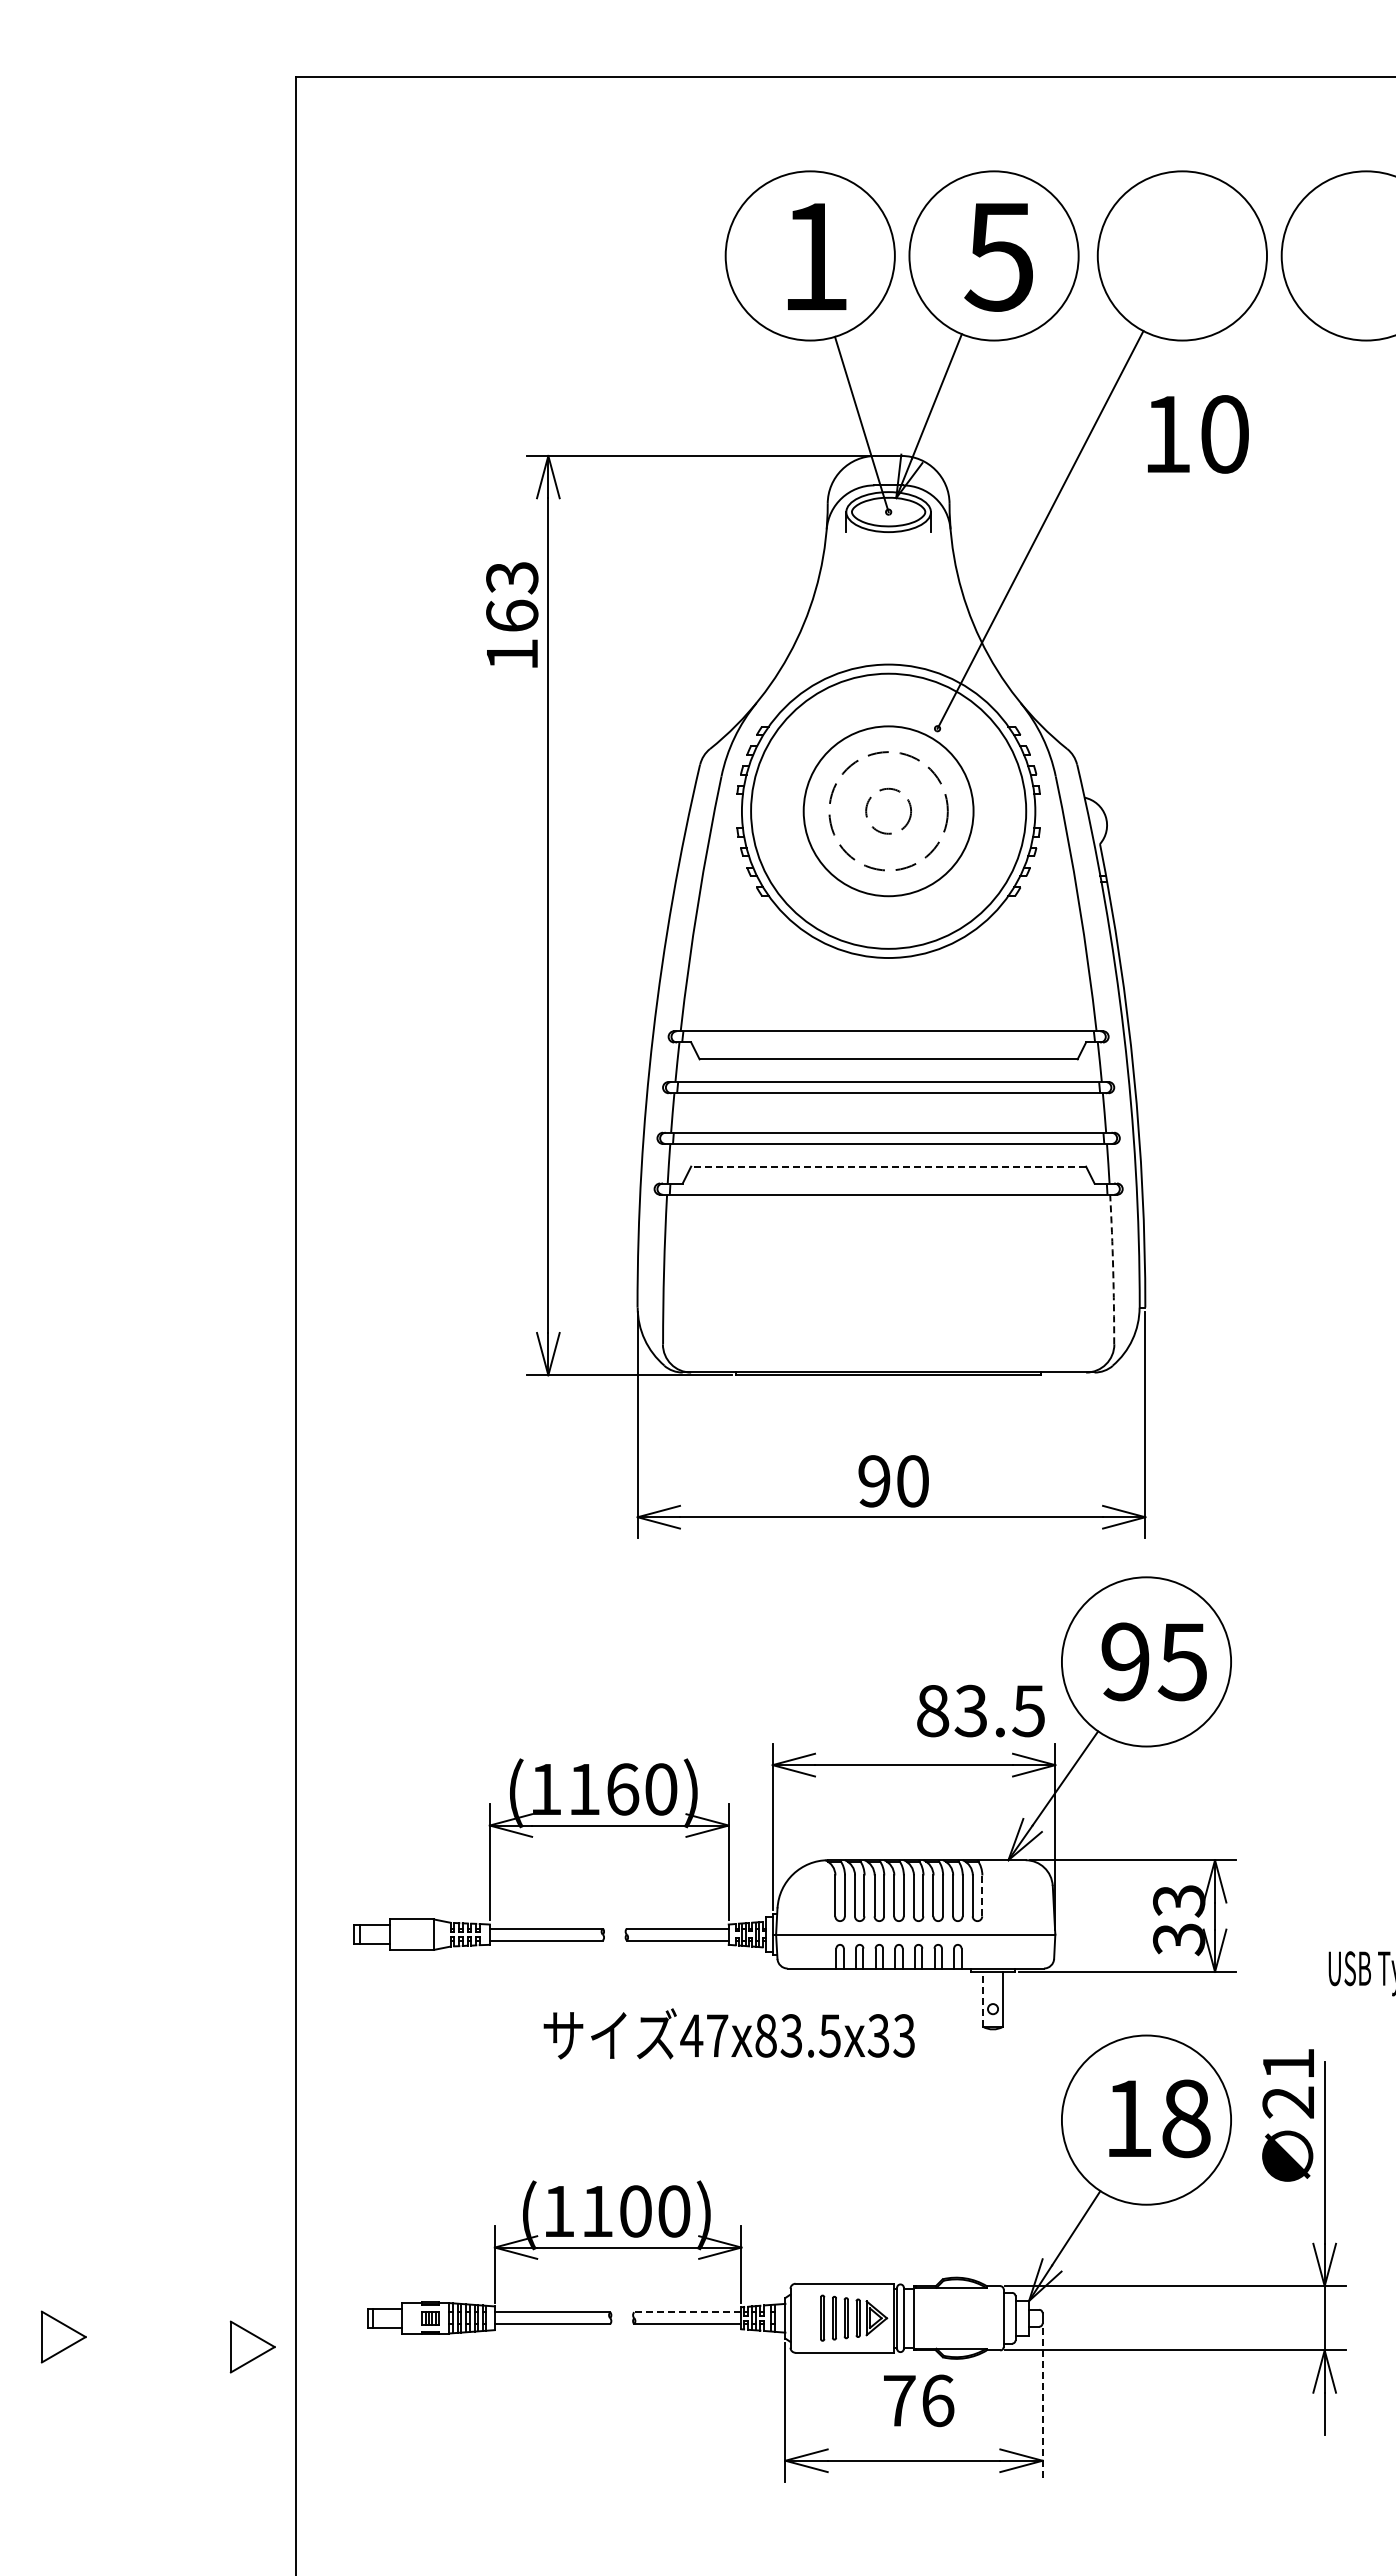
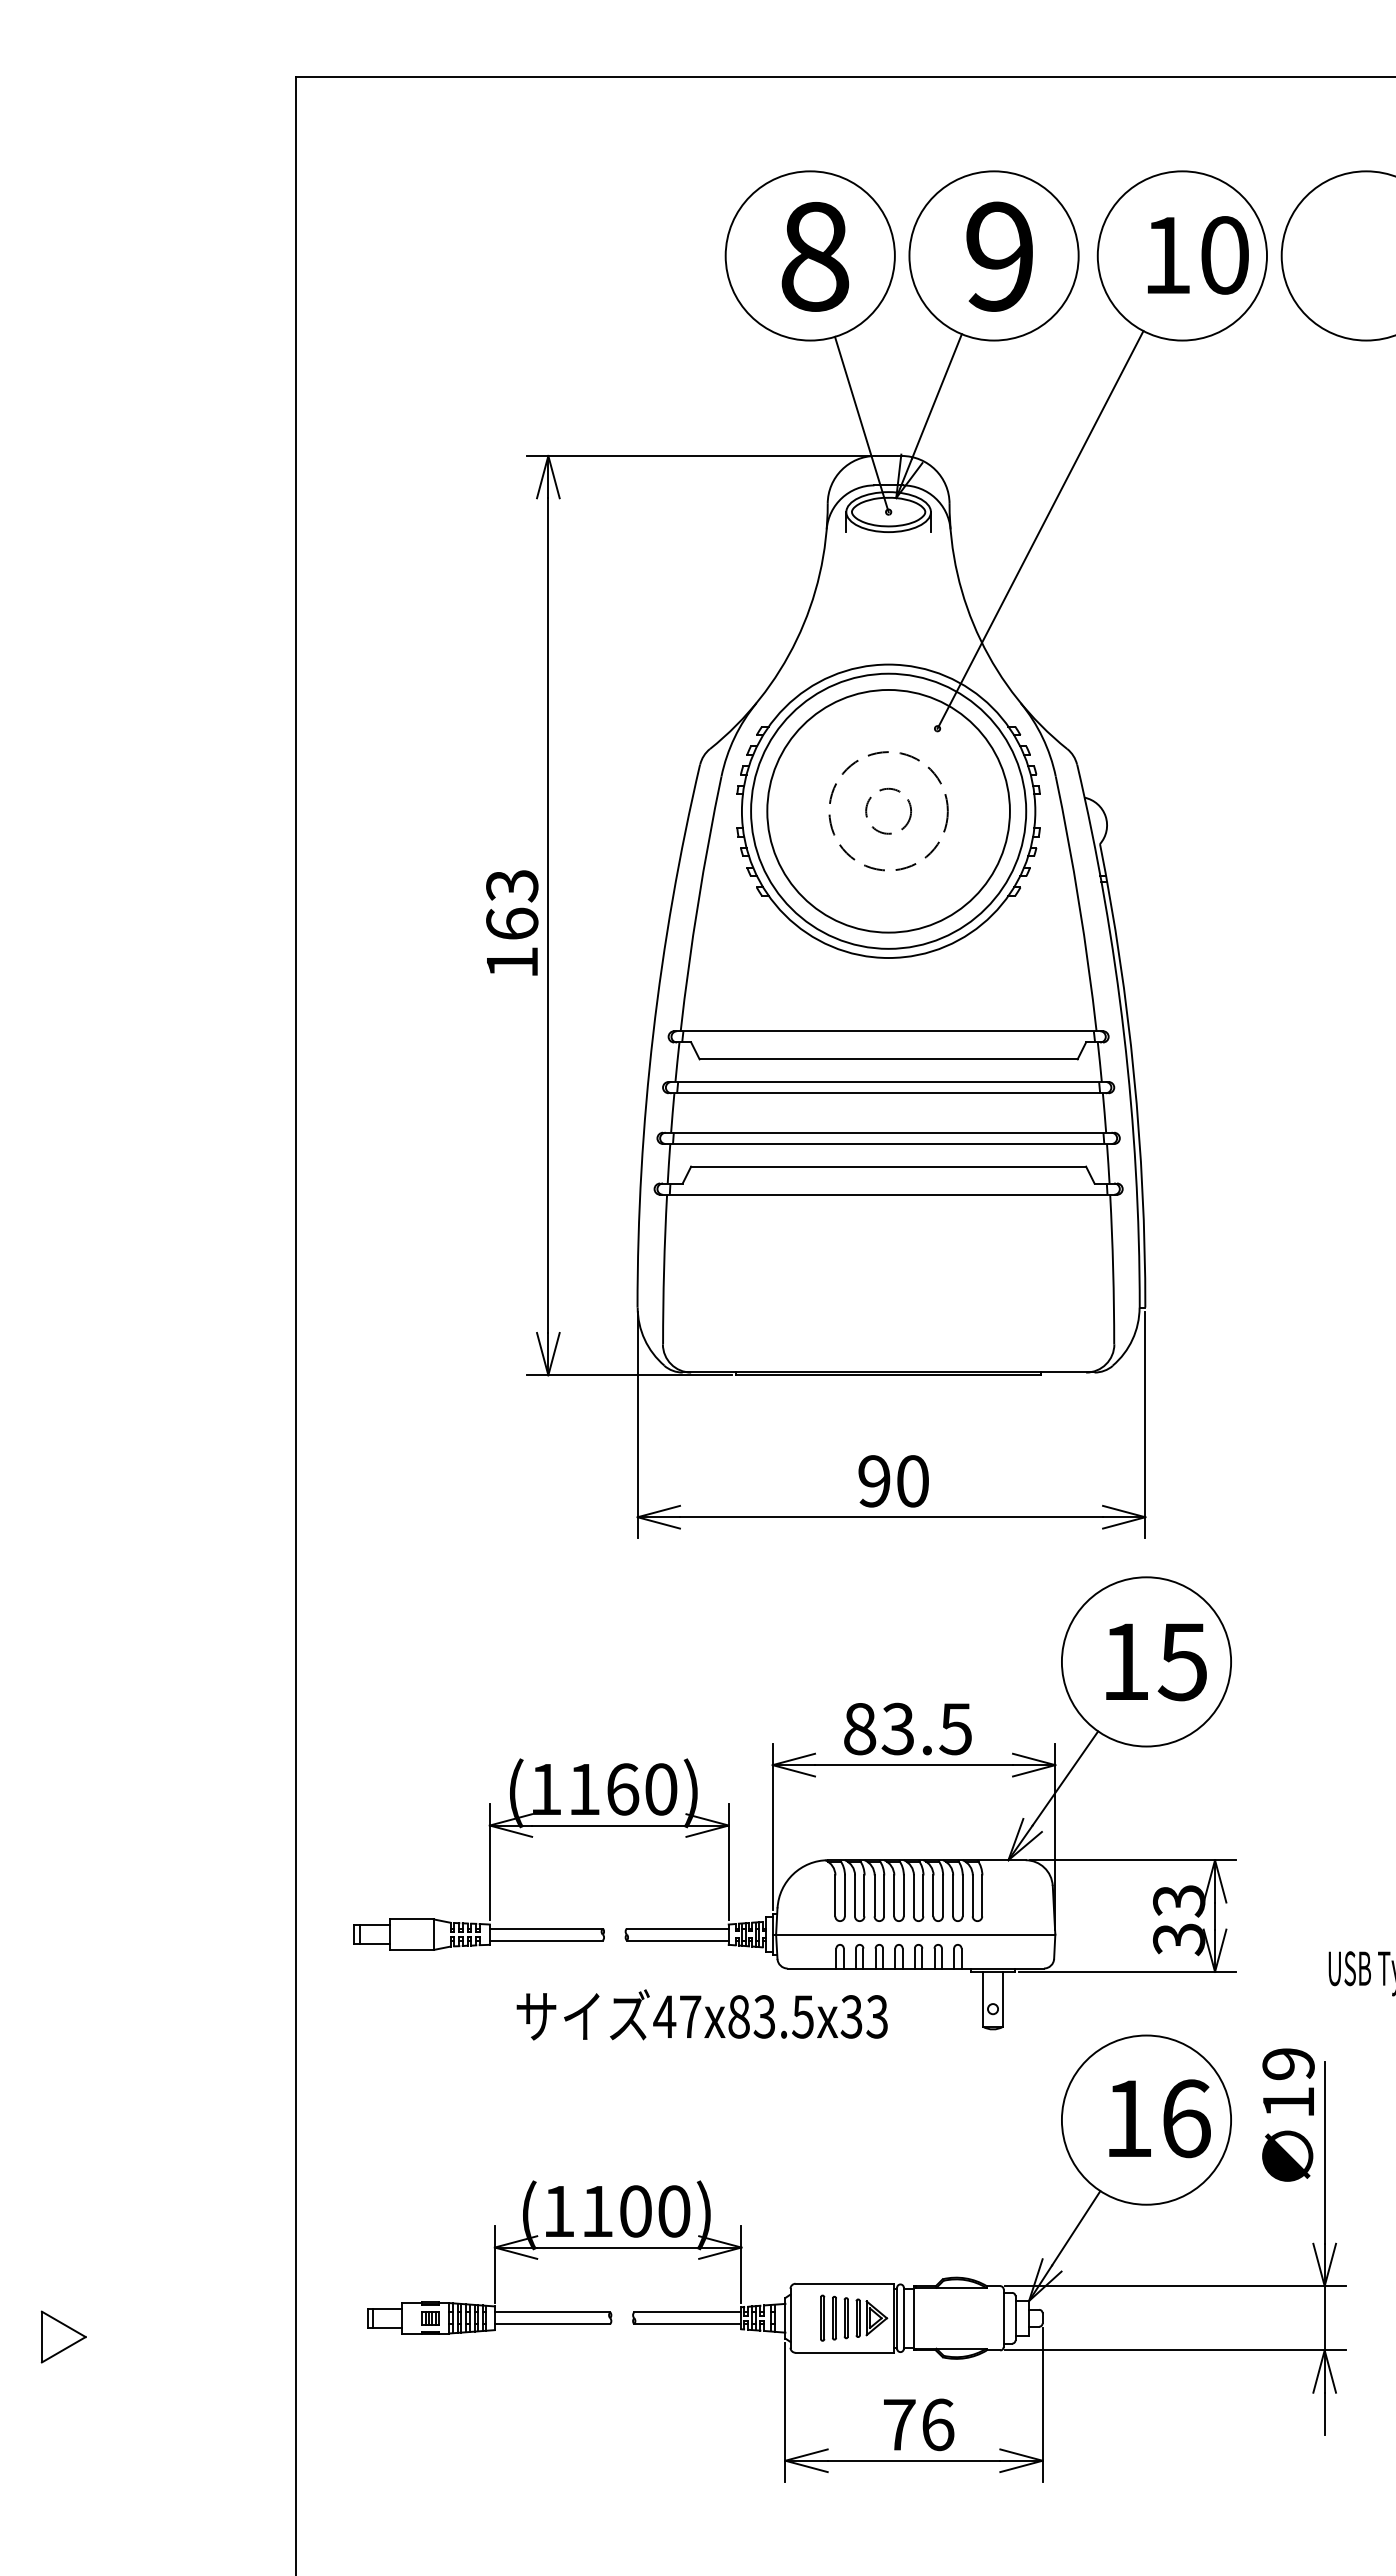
text at (815, 256): 1 -> 8
text at (998, 256): 5 -> 9
text at (1198, 434) position: (1198, 434) -> (1198, 255)
text at (512, 614) position: (512, 614) -> (512, 922)
circle at (888, 811) diameter: 170 px -> 243 px
line at (888, 1166): dashed -> solid
arc at (1113, 1269): dashed -> solid
text at (1125, 1661): 95 -> 15
text at (980, 1710) position: (980, 1710) -> (907, 1728)
line at (982, 1895): dashed -> solid
line at (982, 1998): dashed -> solid
text at (728, 2033) position: (728, 2033) -> (701, 2014)
text at (1288, 2083): 21 -> 19
text at (1186, 2118): 18 -> 16
line at (687, 2312): dashed -> solid
part at (252, 2346): present -> none
text at (919, 2400) position: (919, 2400) -> (919, 2424)
line at (1042, 2405): dashed -> solid
